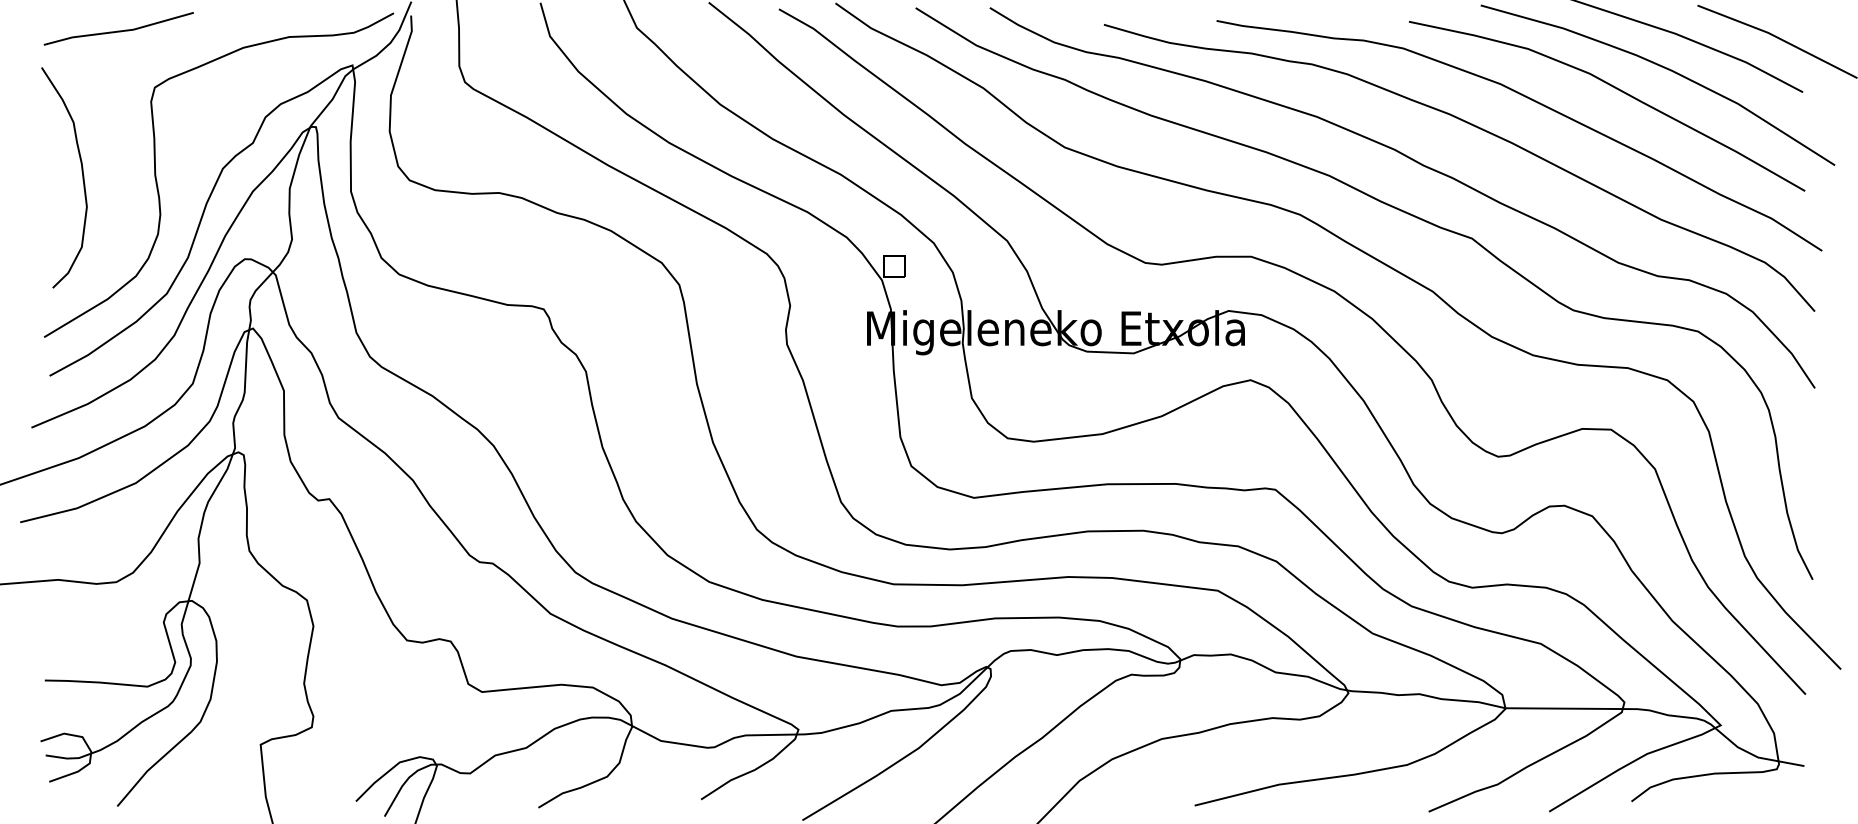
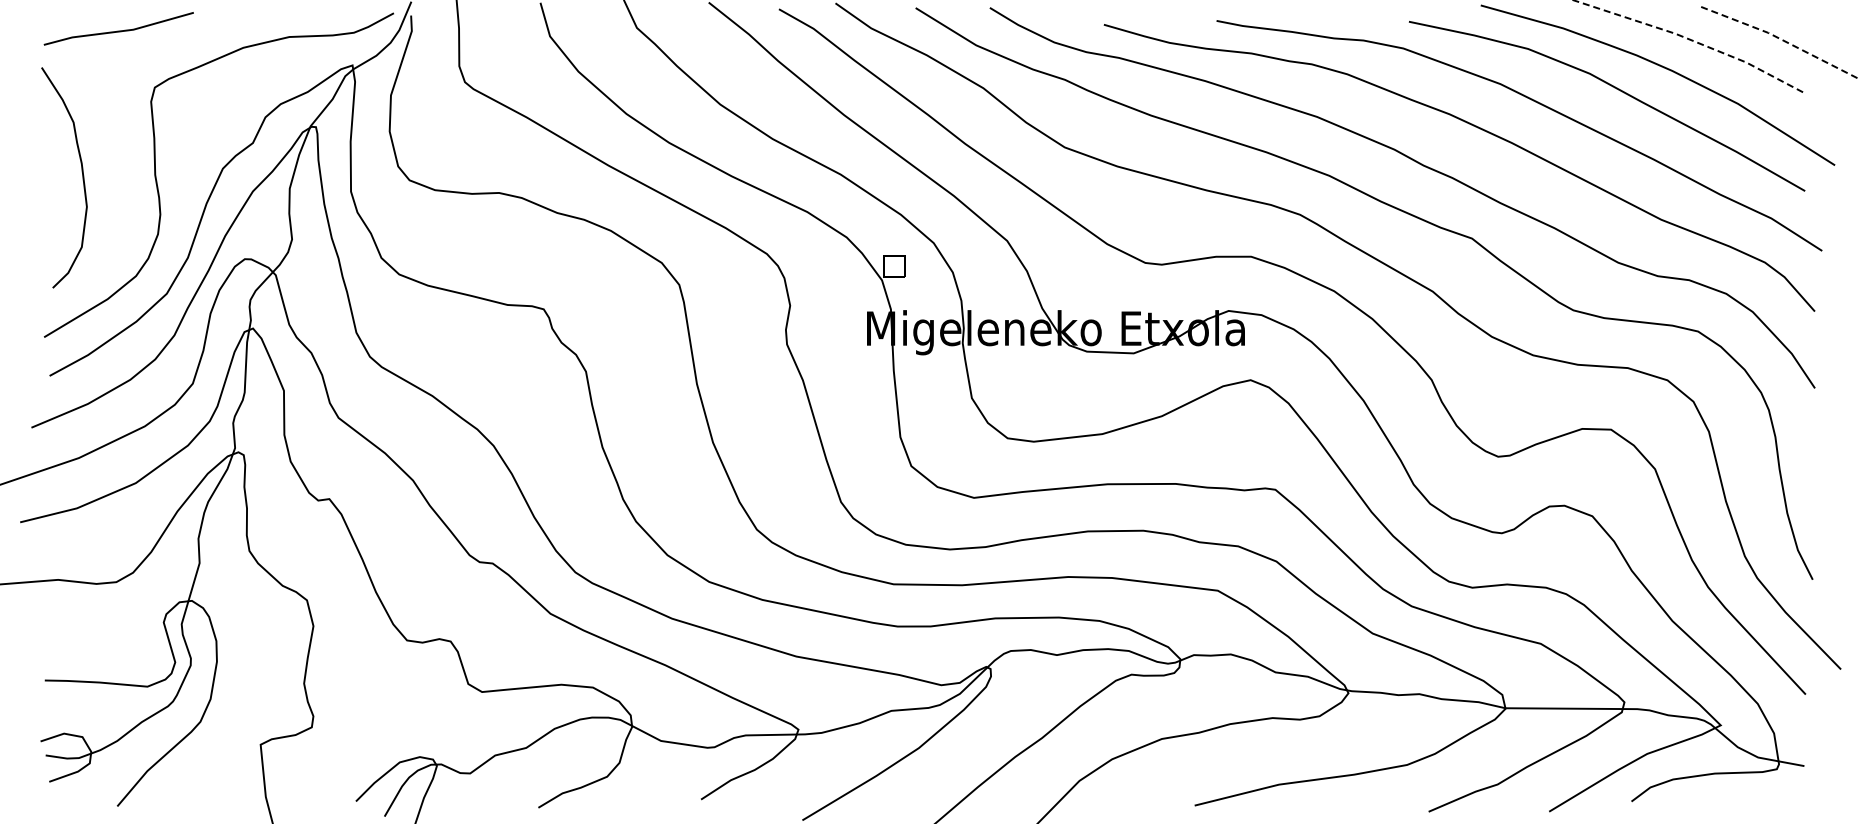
line at (1778, 38): solid -> dashed
line at (1690, 40): solid -> dashed
